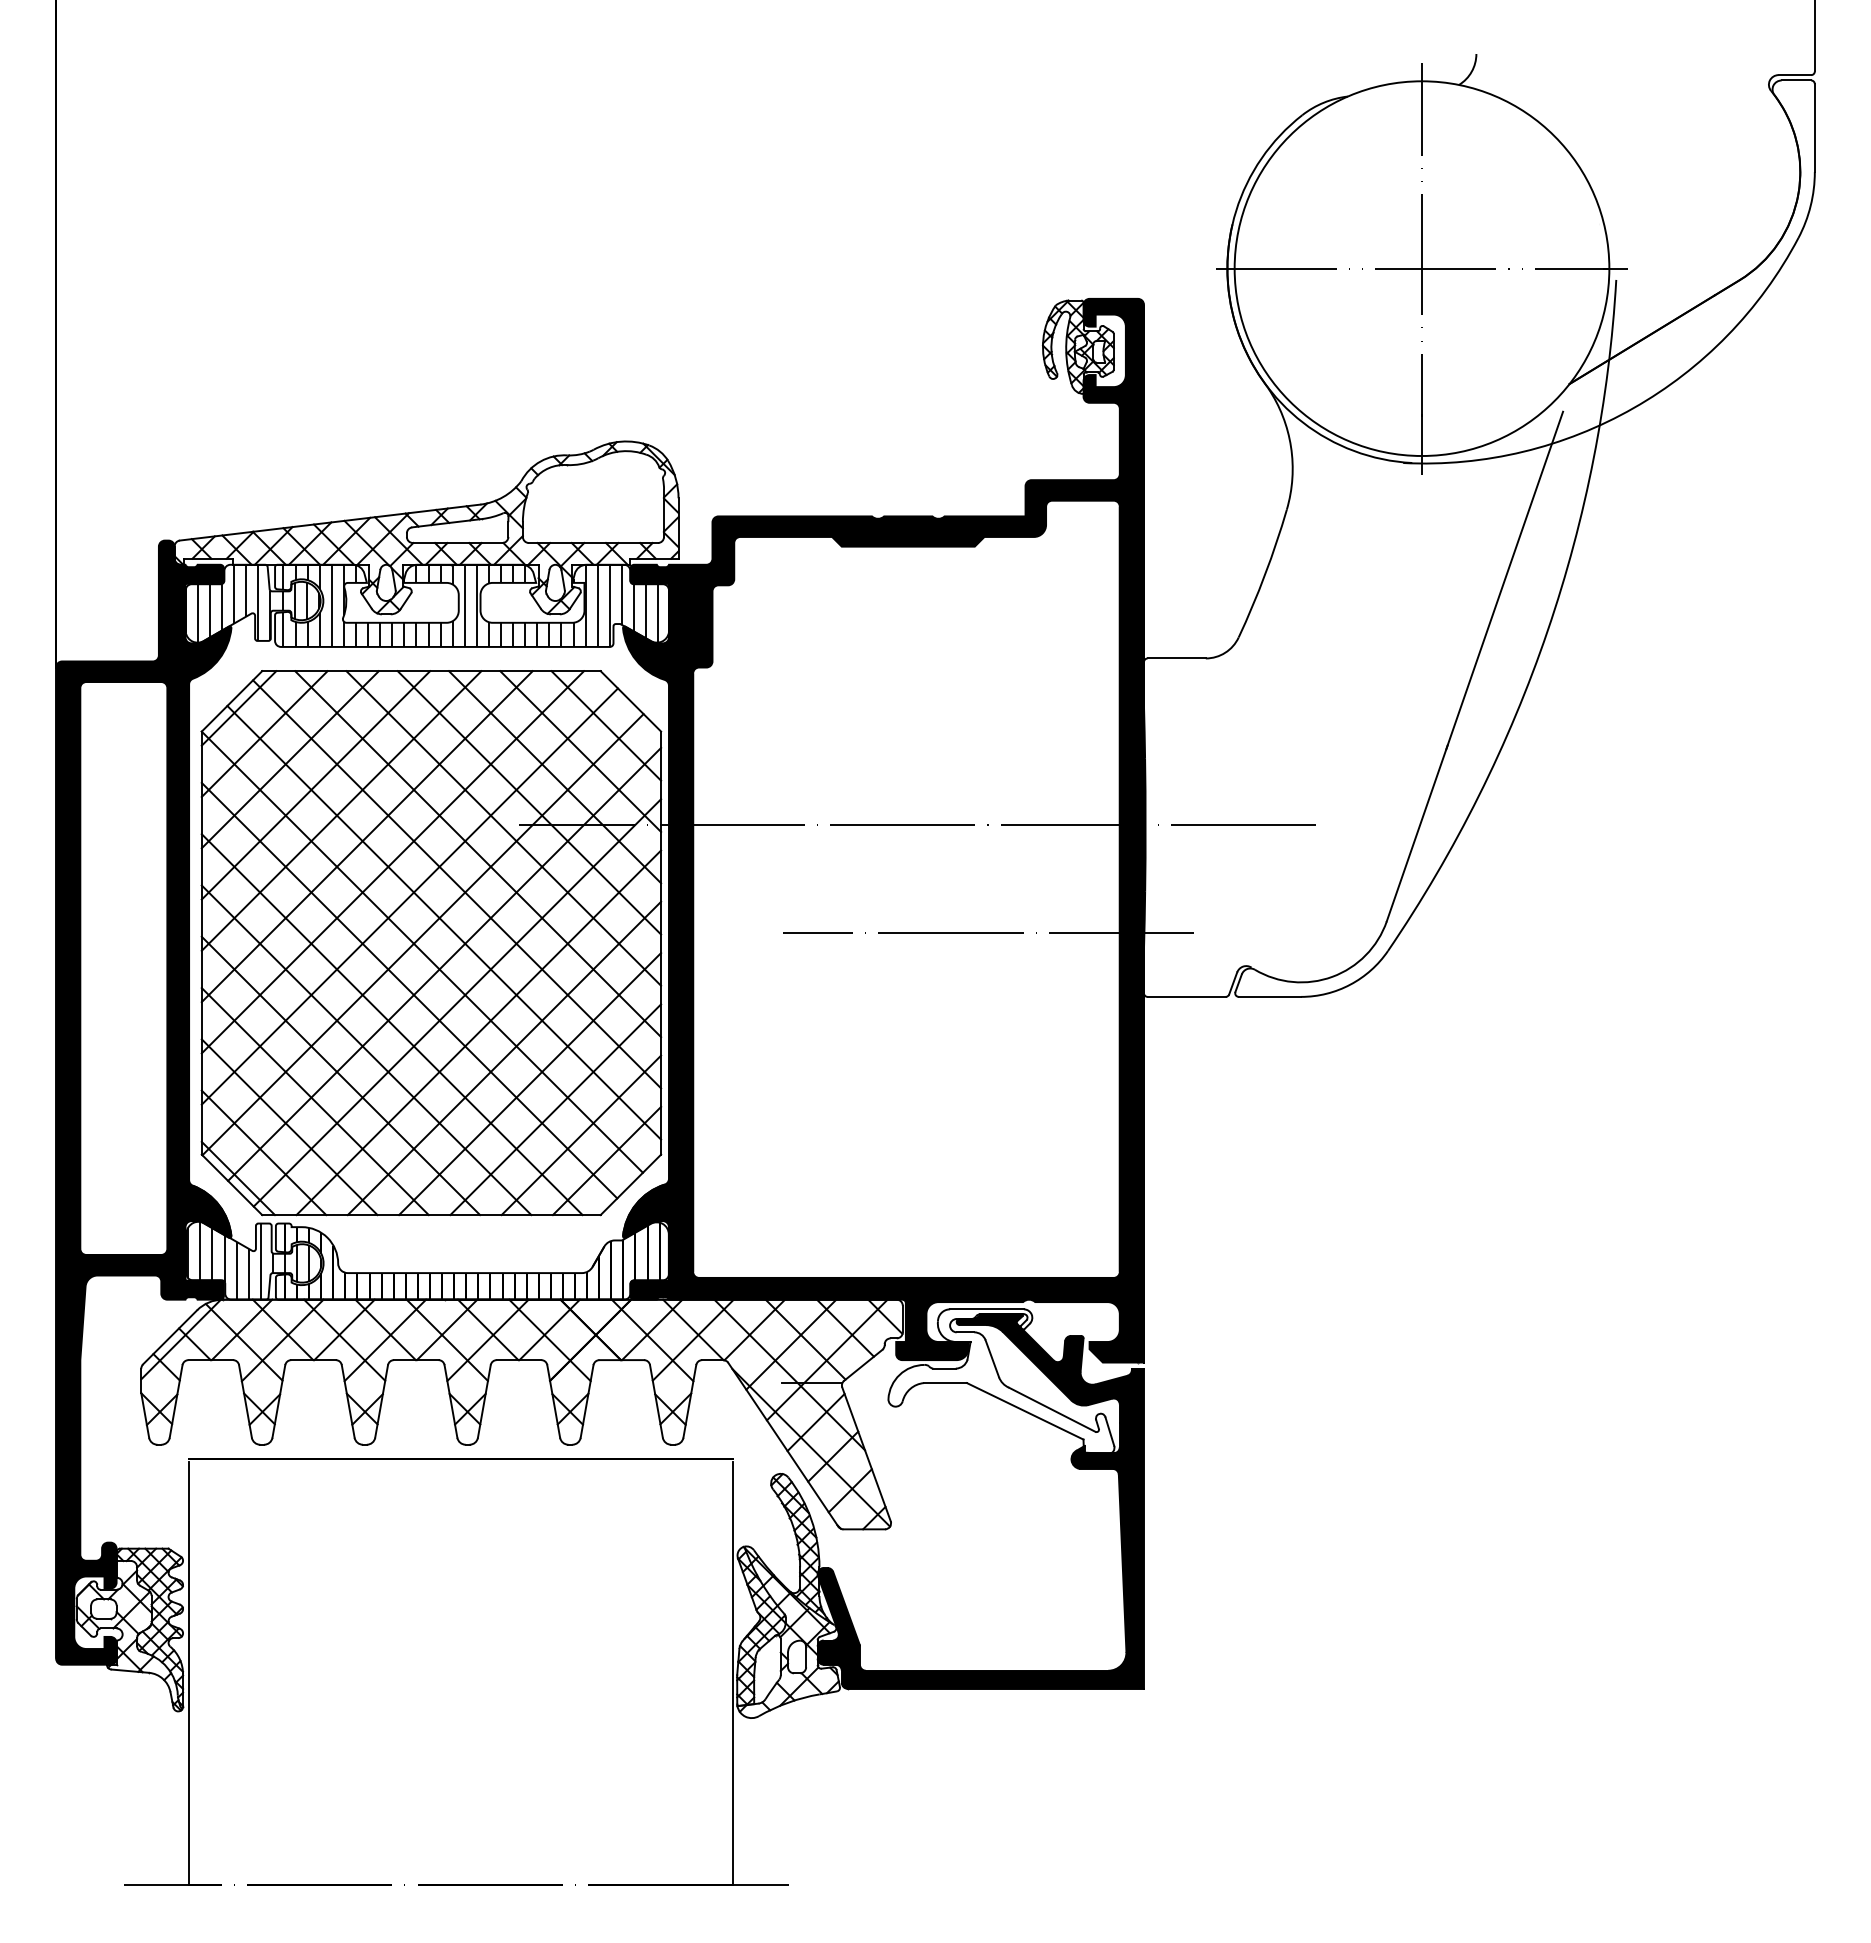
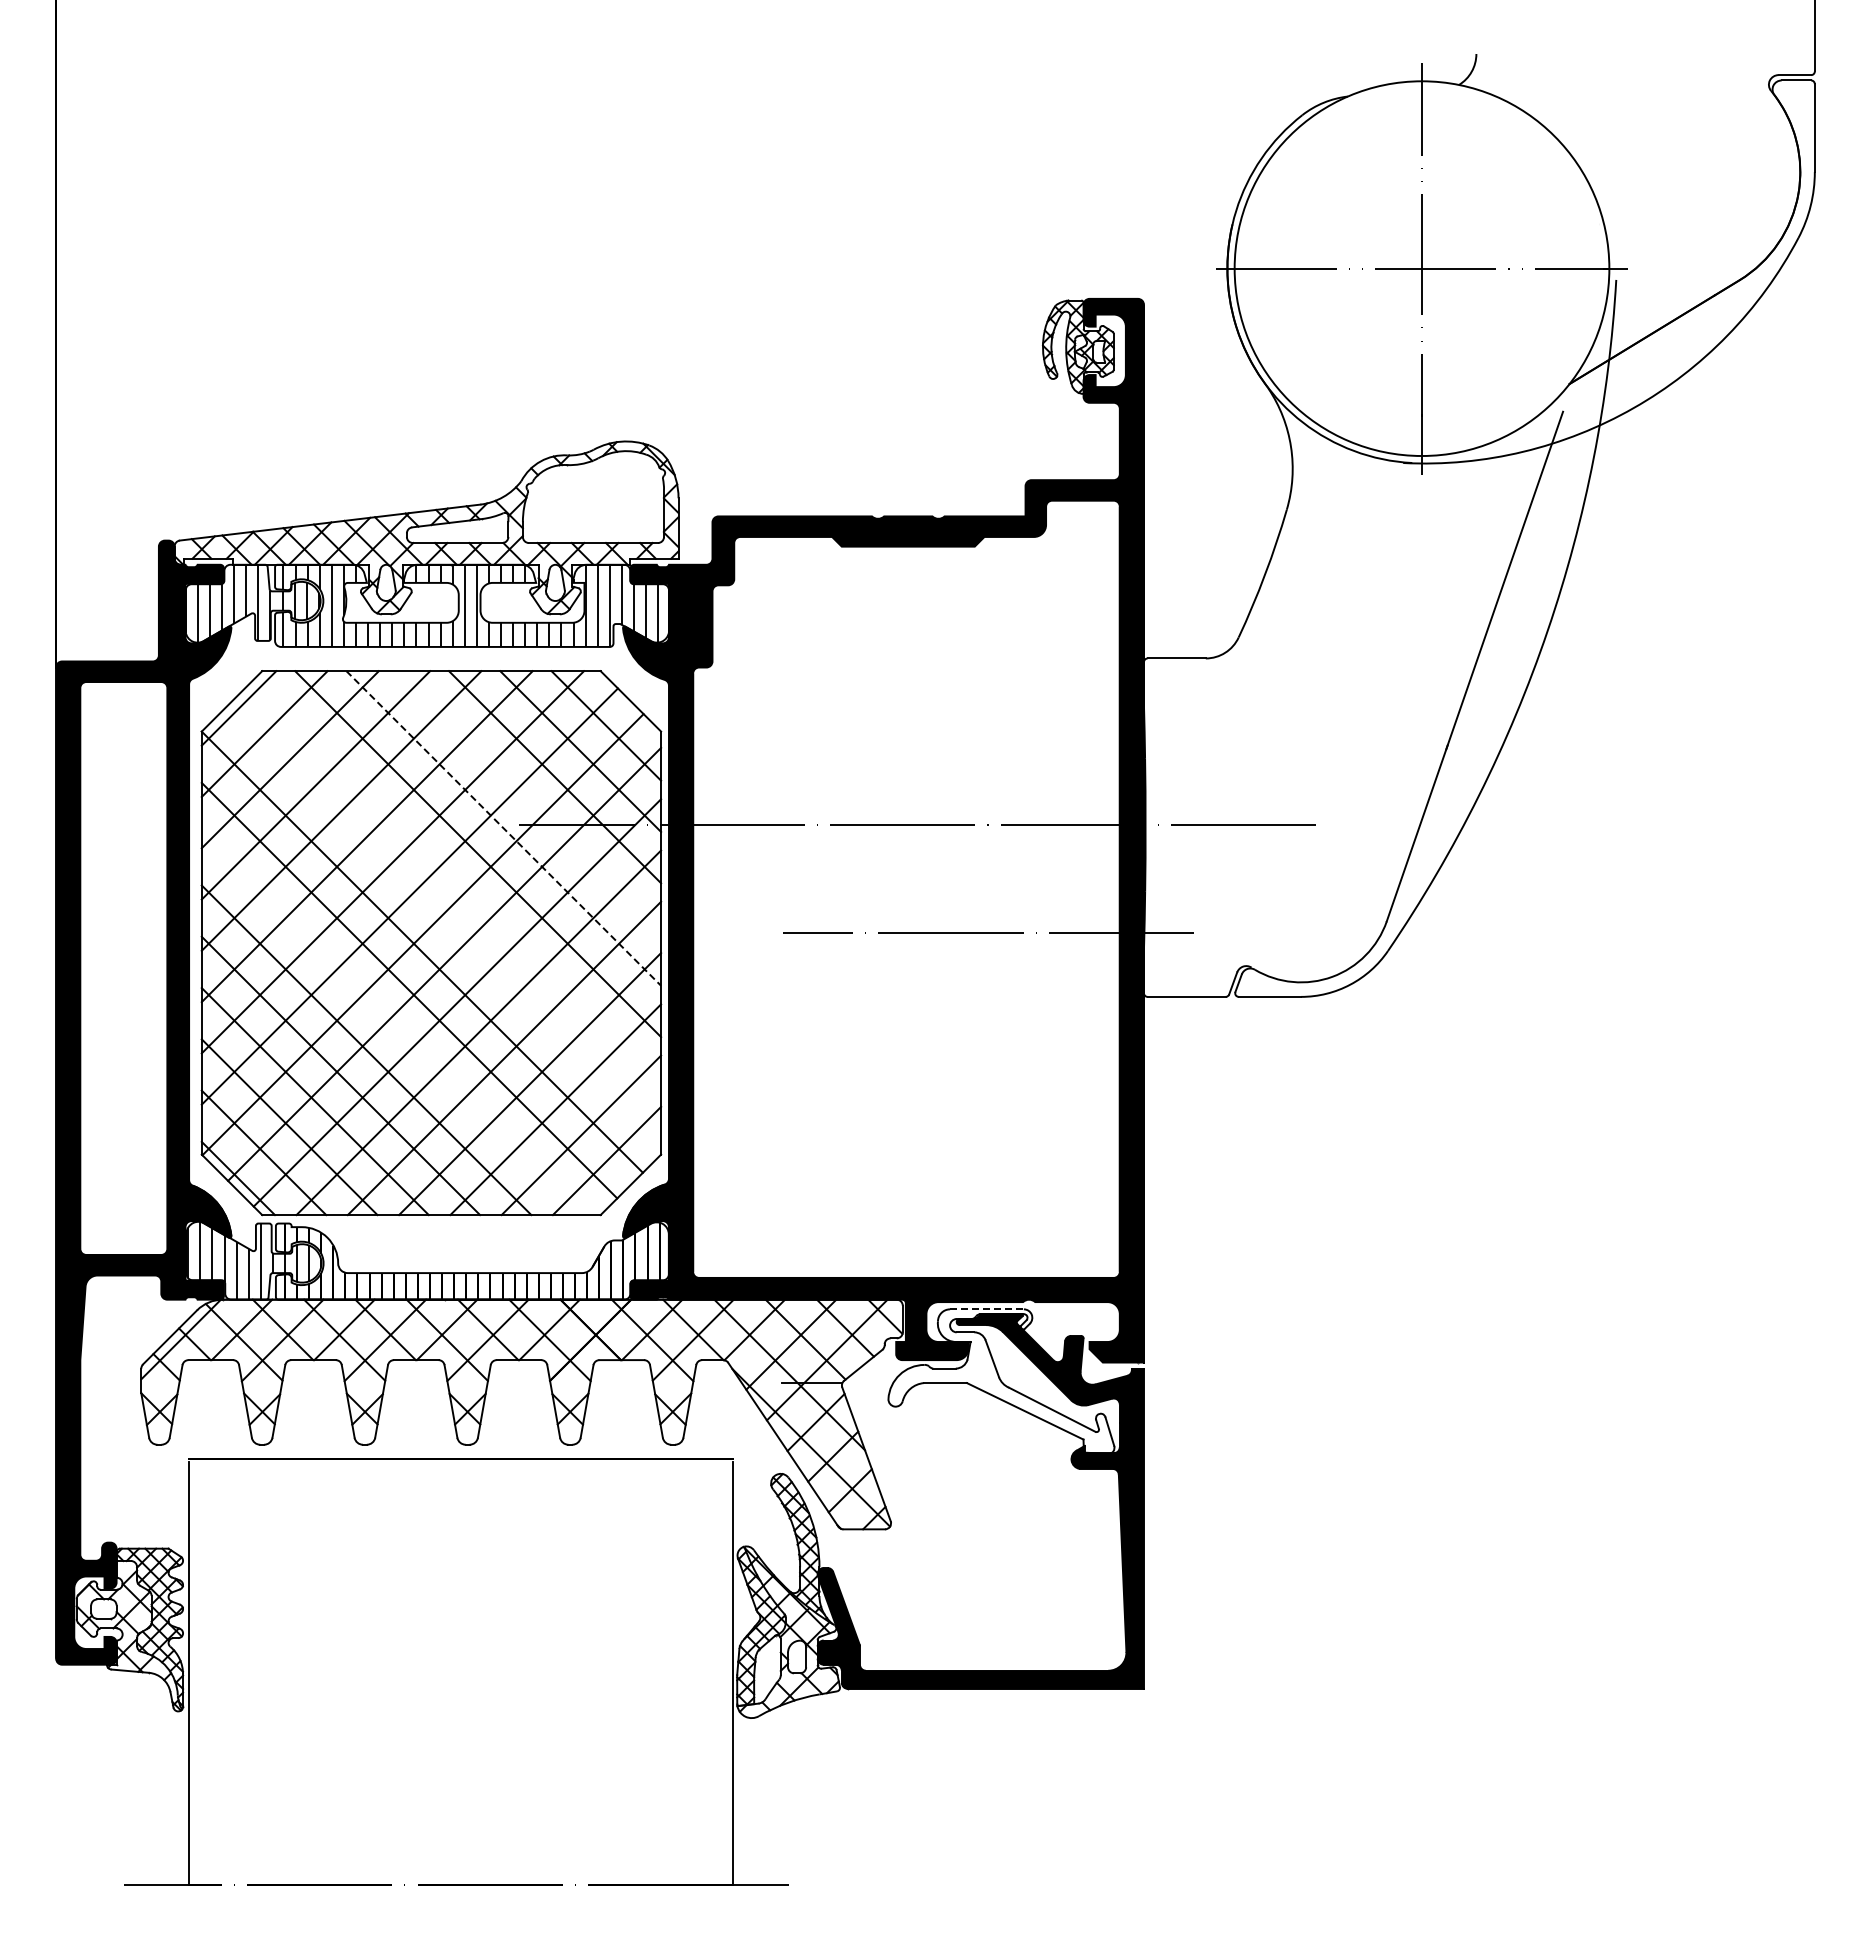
line at (529, 802): present -> none
line at (503, 828): solid -> dashed
line at (457, 884): present -> none
line at (444, 922): present -> none
line at (391, 1024): present -> none
line at (986, 1309): solid -> dashed
